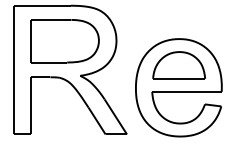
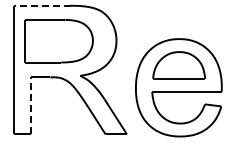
line at (42, 5): solid -> dashed
part at (64, 41) position: (64, 41) -> (58, 41)
line at (30, 105): solid -> dashed
